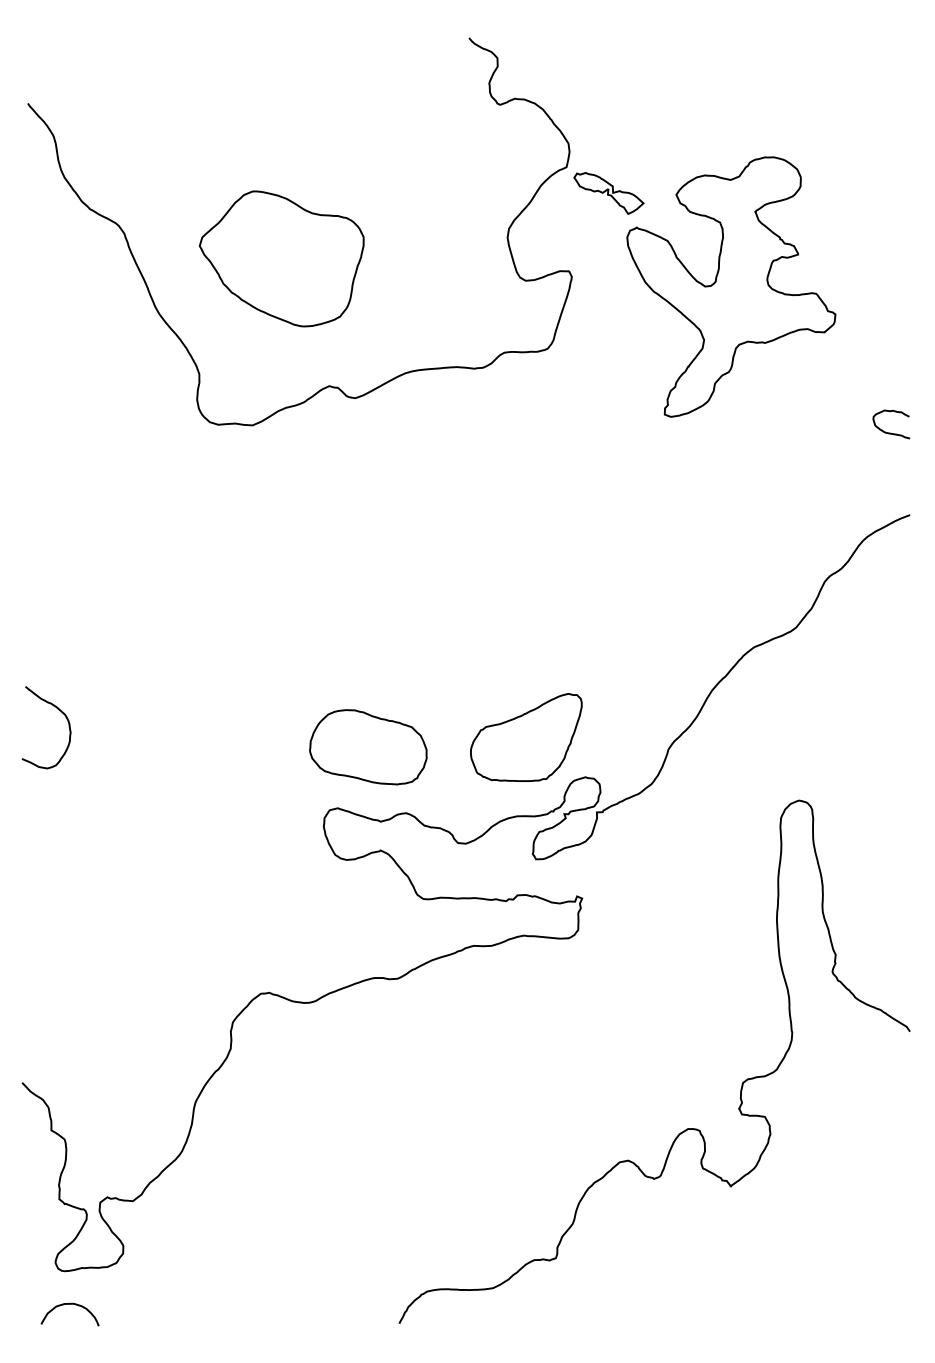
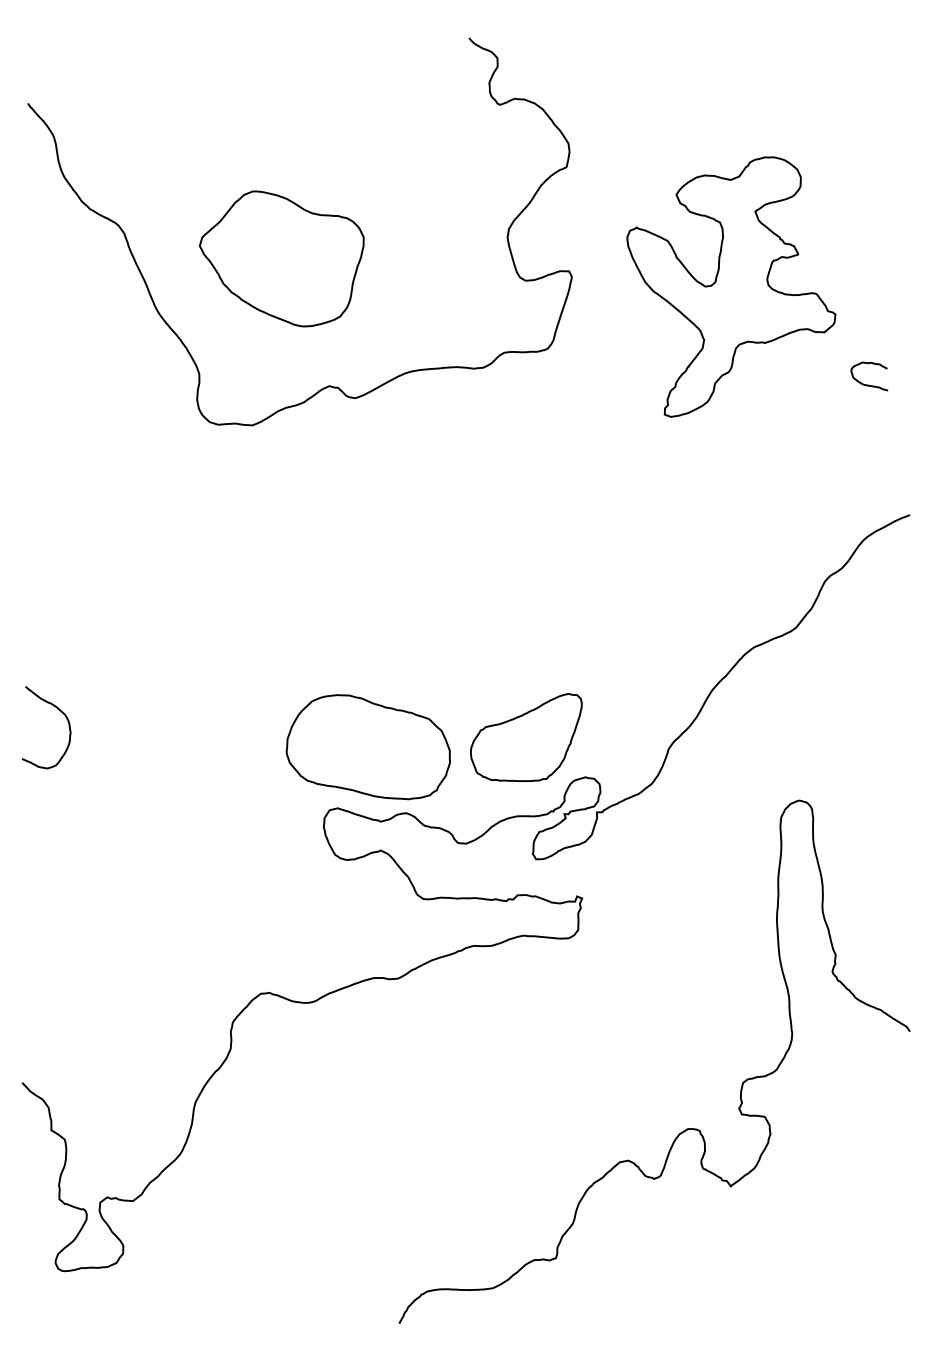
part at (608, 193): present -> none
curve at (890, 432) position: (890, 432) -> (868, 384)
part at (368, 747) size: 119x77 px -> 166x107 px
curve at (69, 1304): present -> none
